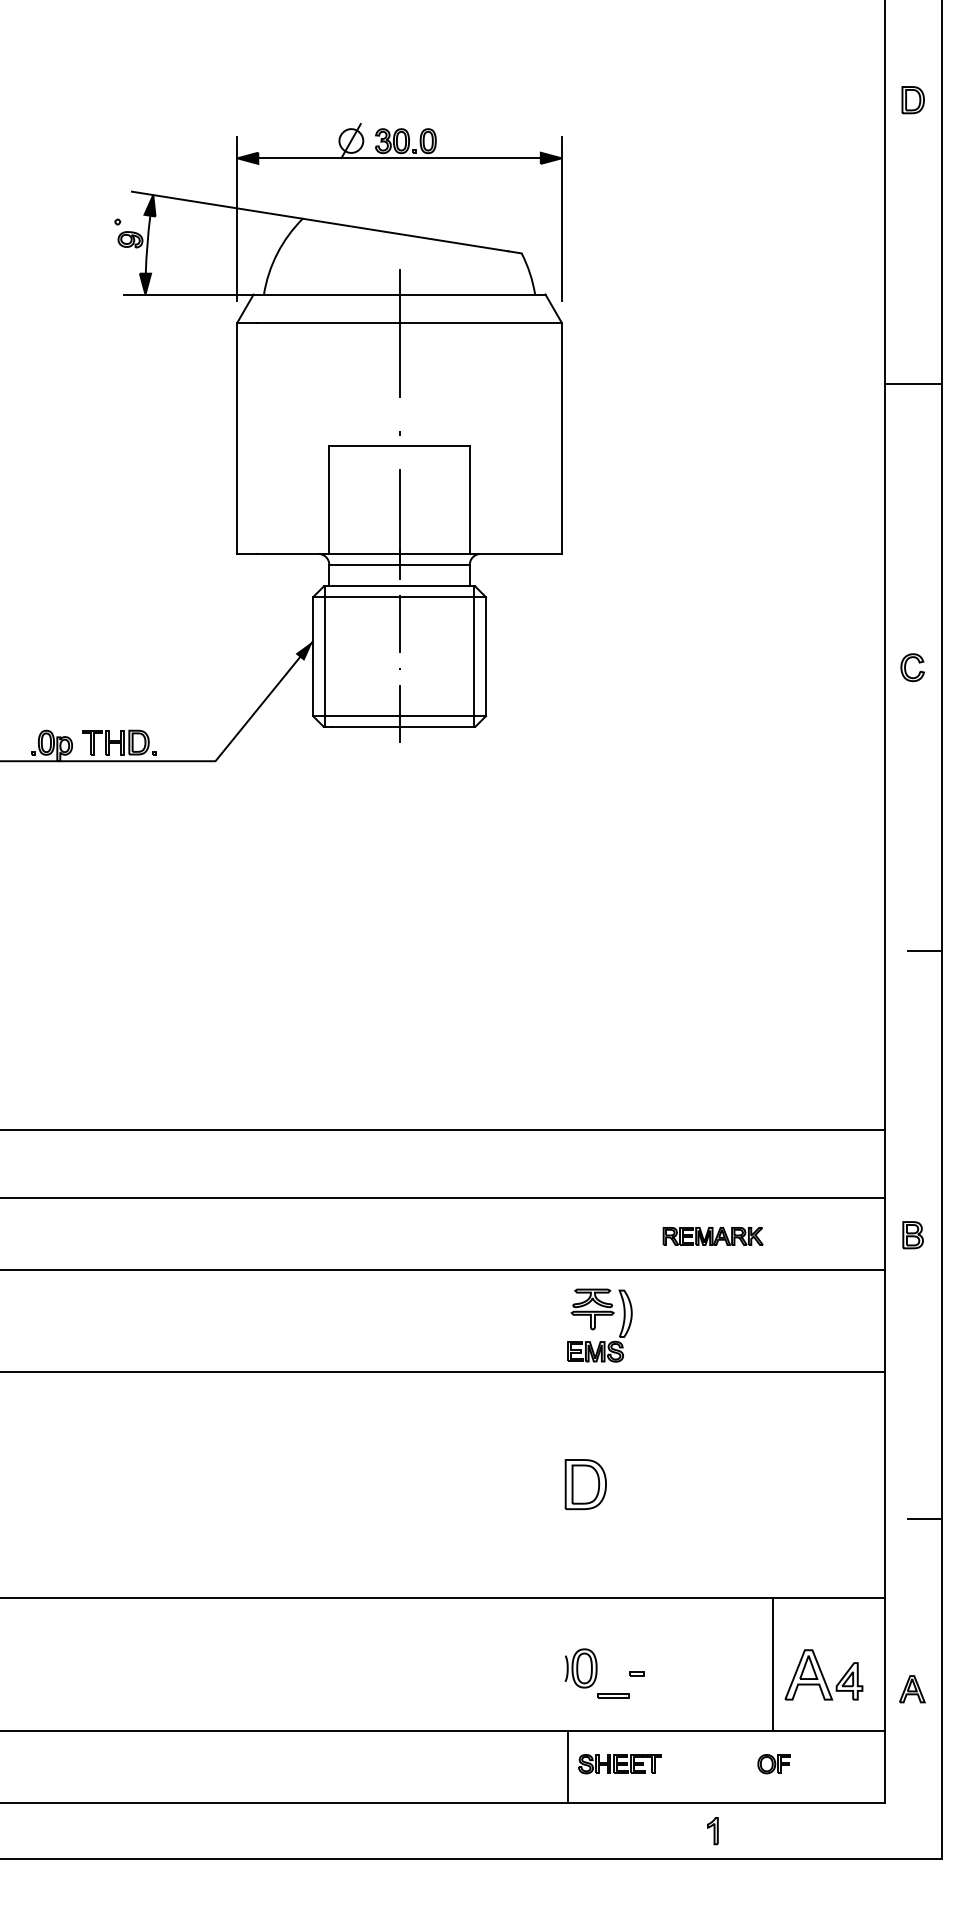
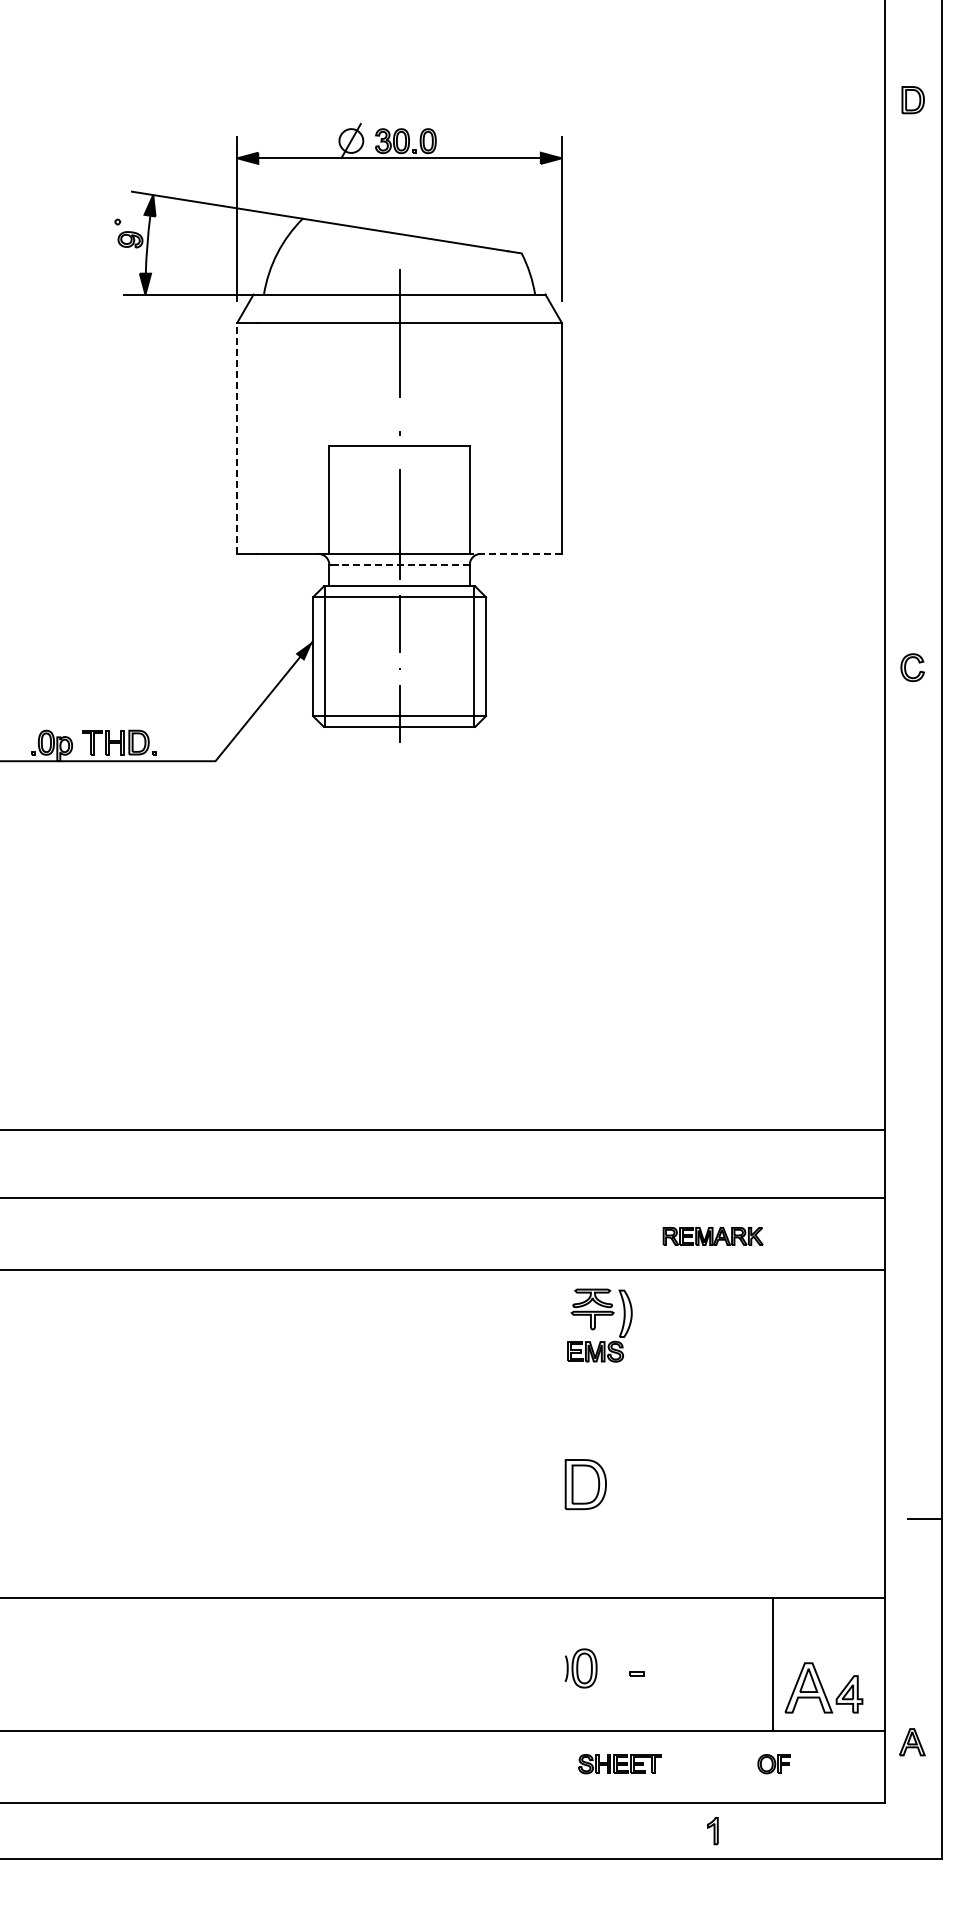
line at (913, 383): present -> none
line at (237, 438): solid -> dashed
line at (515, 553): solid -> dashed
line at (403, 564): solid -> dashed
line at (925, 951): present -> none
part at (912, 1235): present -> none
line at (443, 1372): present -> none
part at (823, 1674) position: (823, 1674) -> (823, 1687)
part at (912, 1689) position: (912, 1689) -> (912, 1742)
part at (613, 1695): present -> none
line at (567, 1766): present -> none
